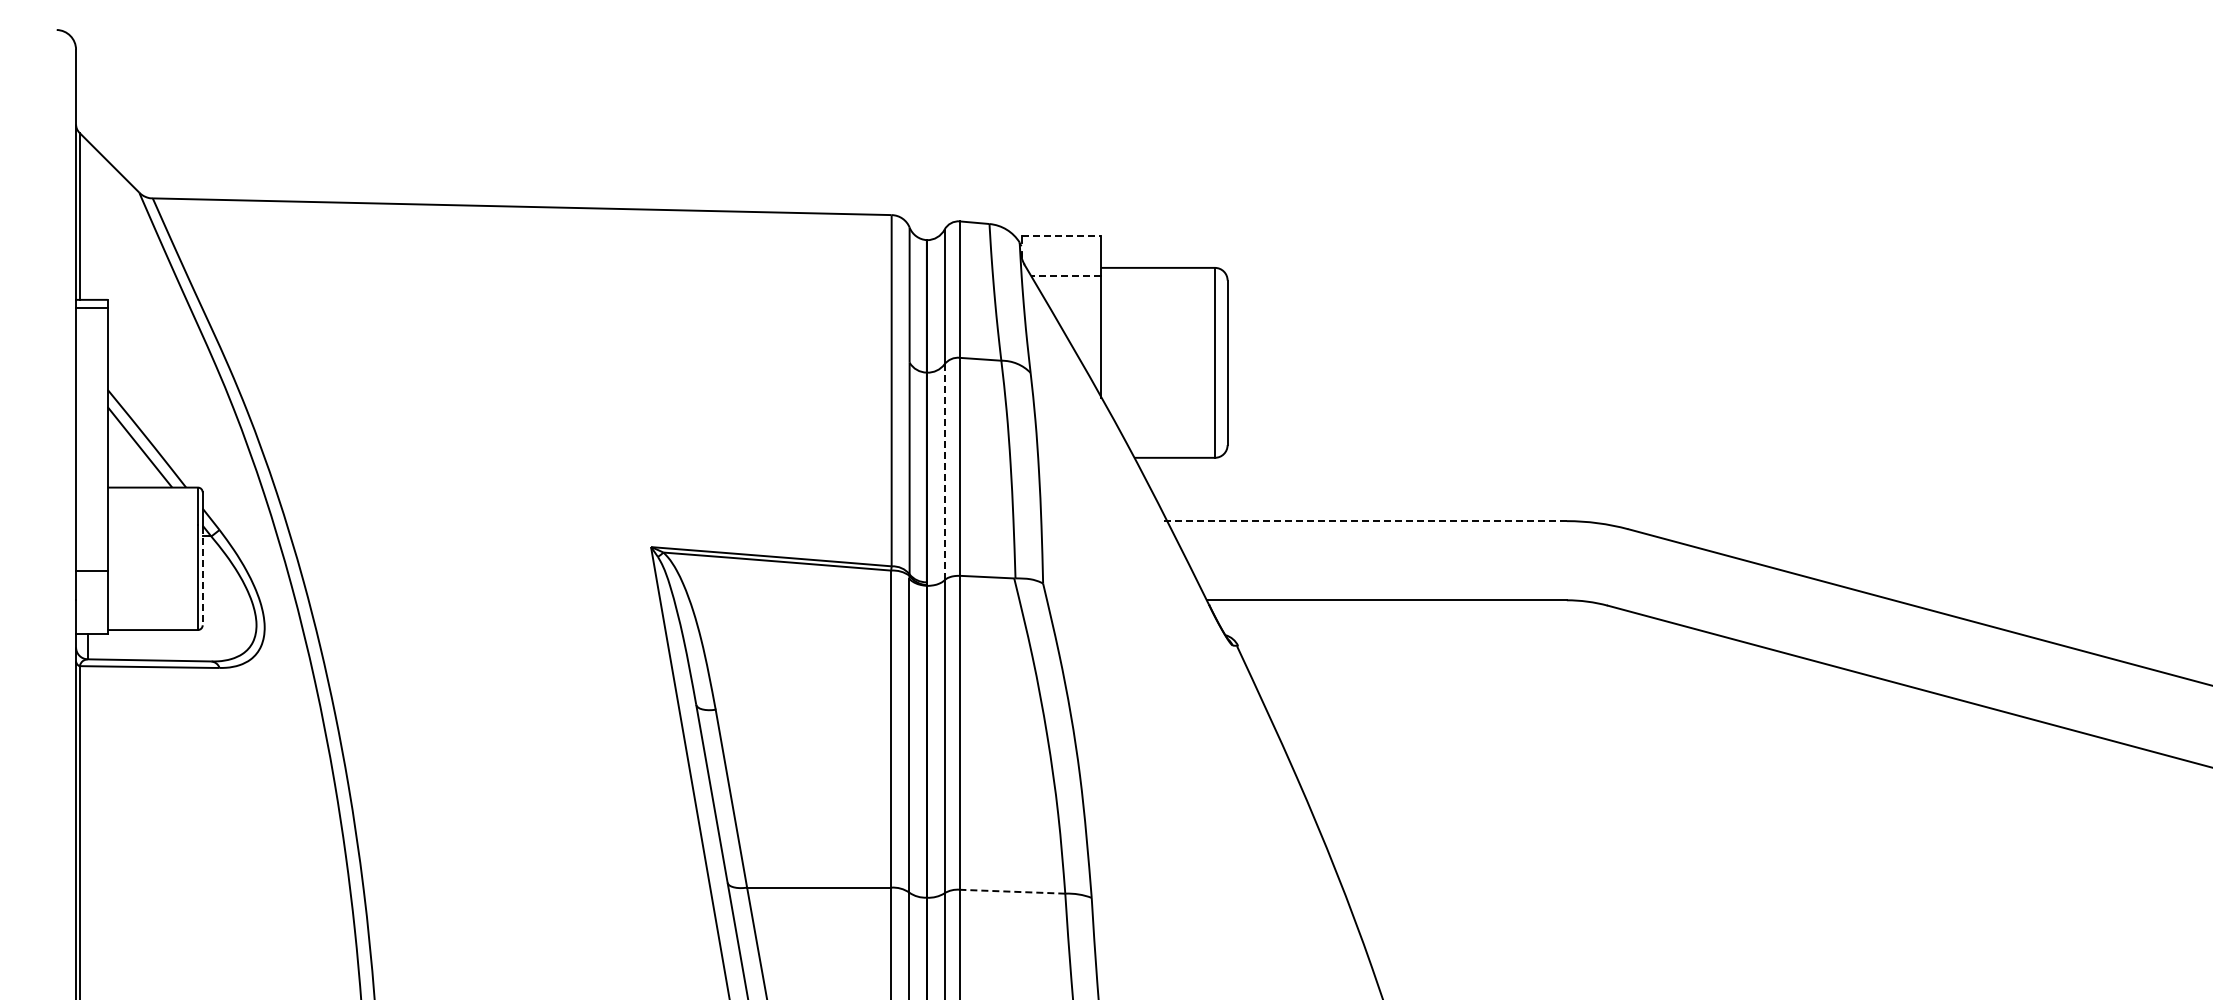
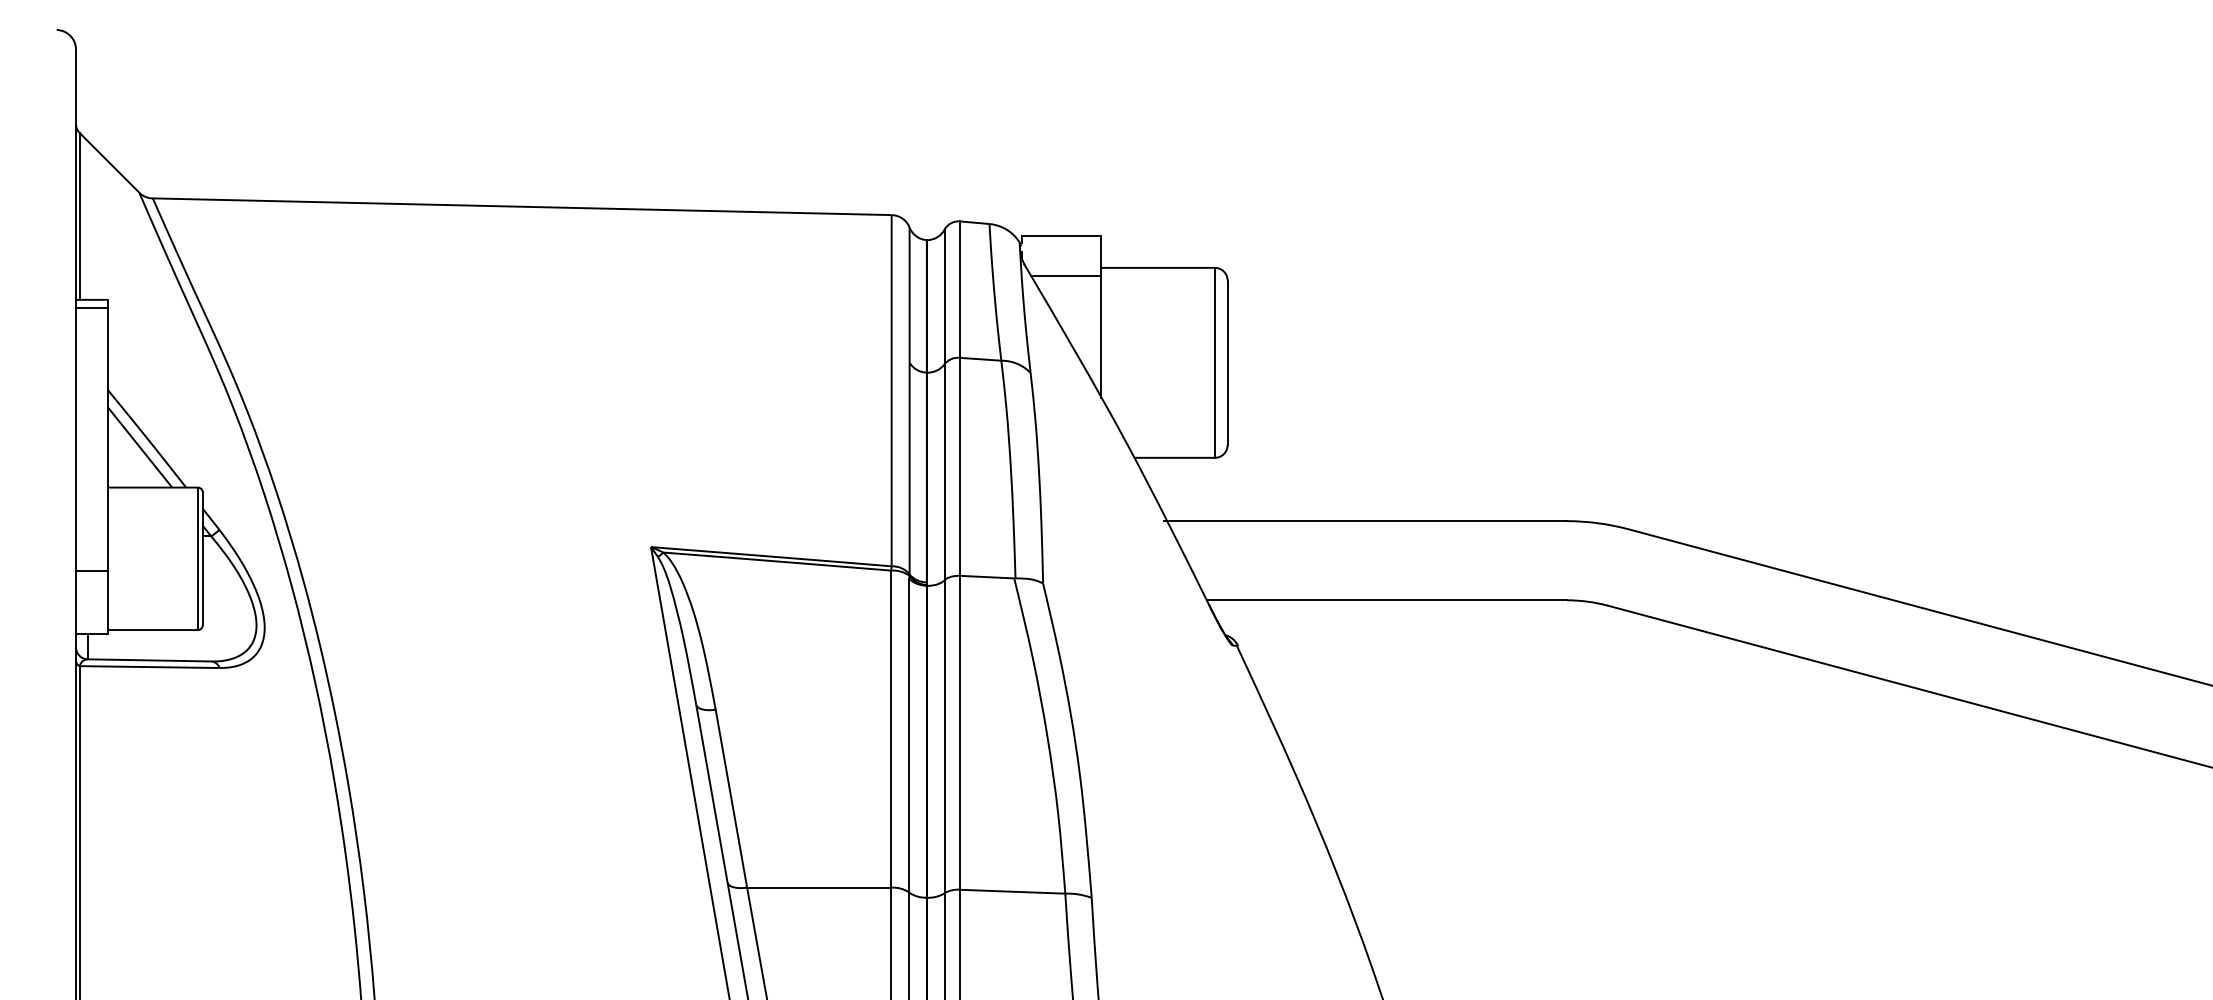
line at (1061, 236): dashed -> solid
line at (1065, 275): dashed -> solid
line at (944, 472): dashed -> solid
line at (1365, 521): dashed -> solid
line at (202, 576): dashed -> solid
line at (1012, 891): dashed -> solid
